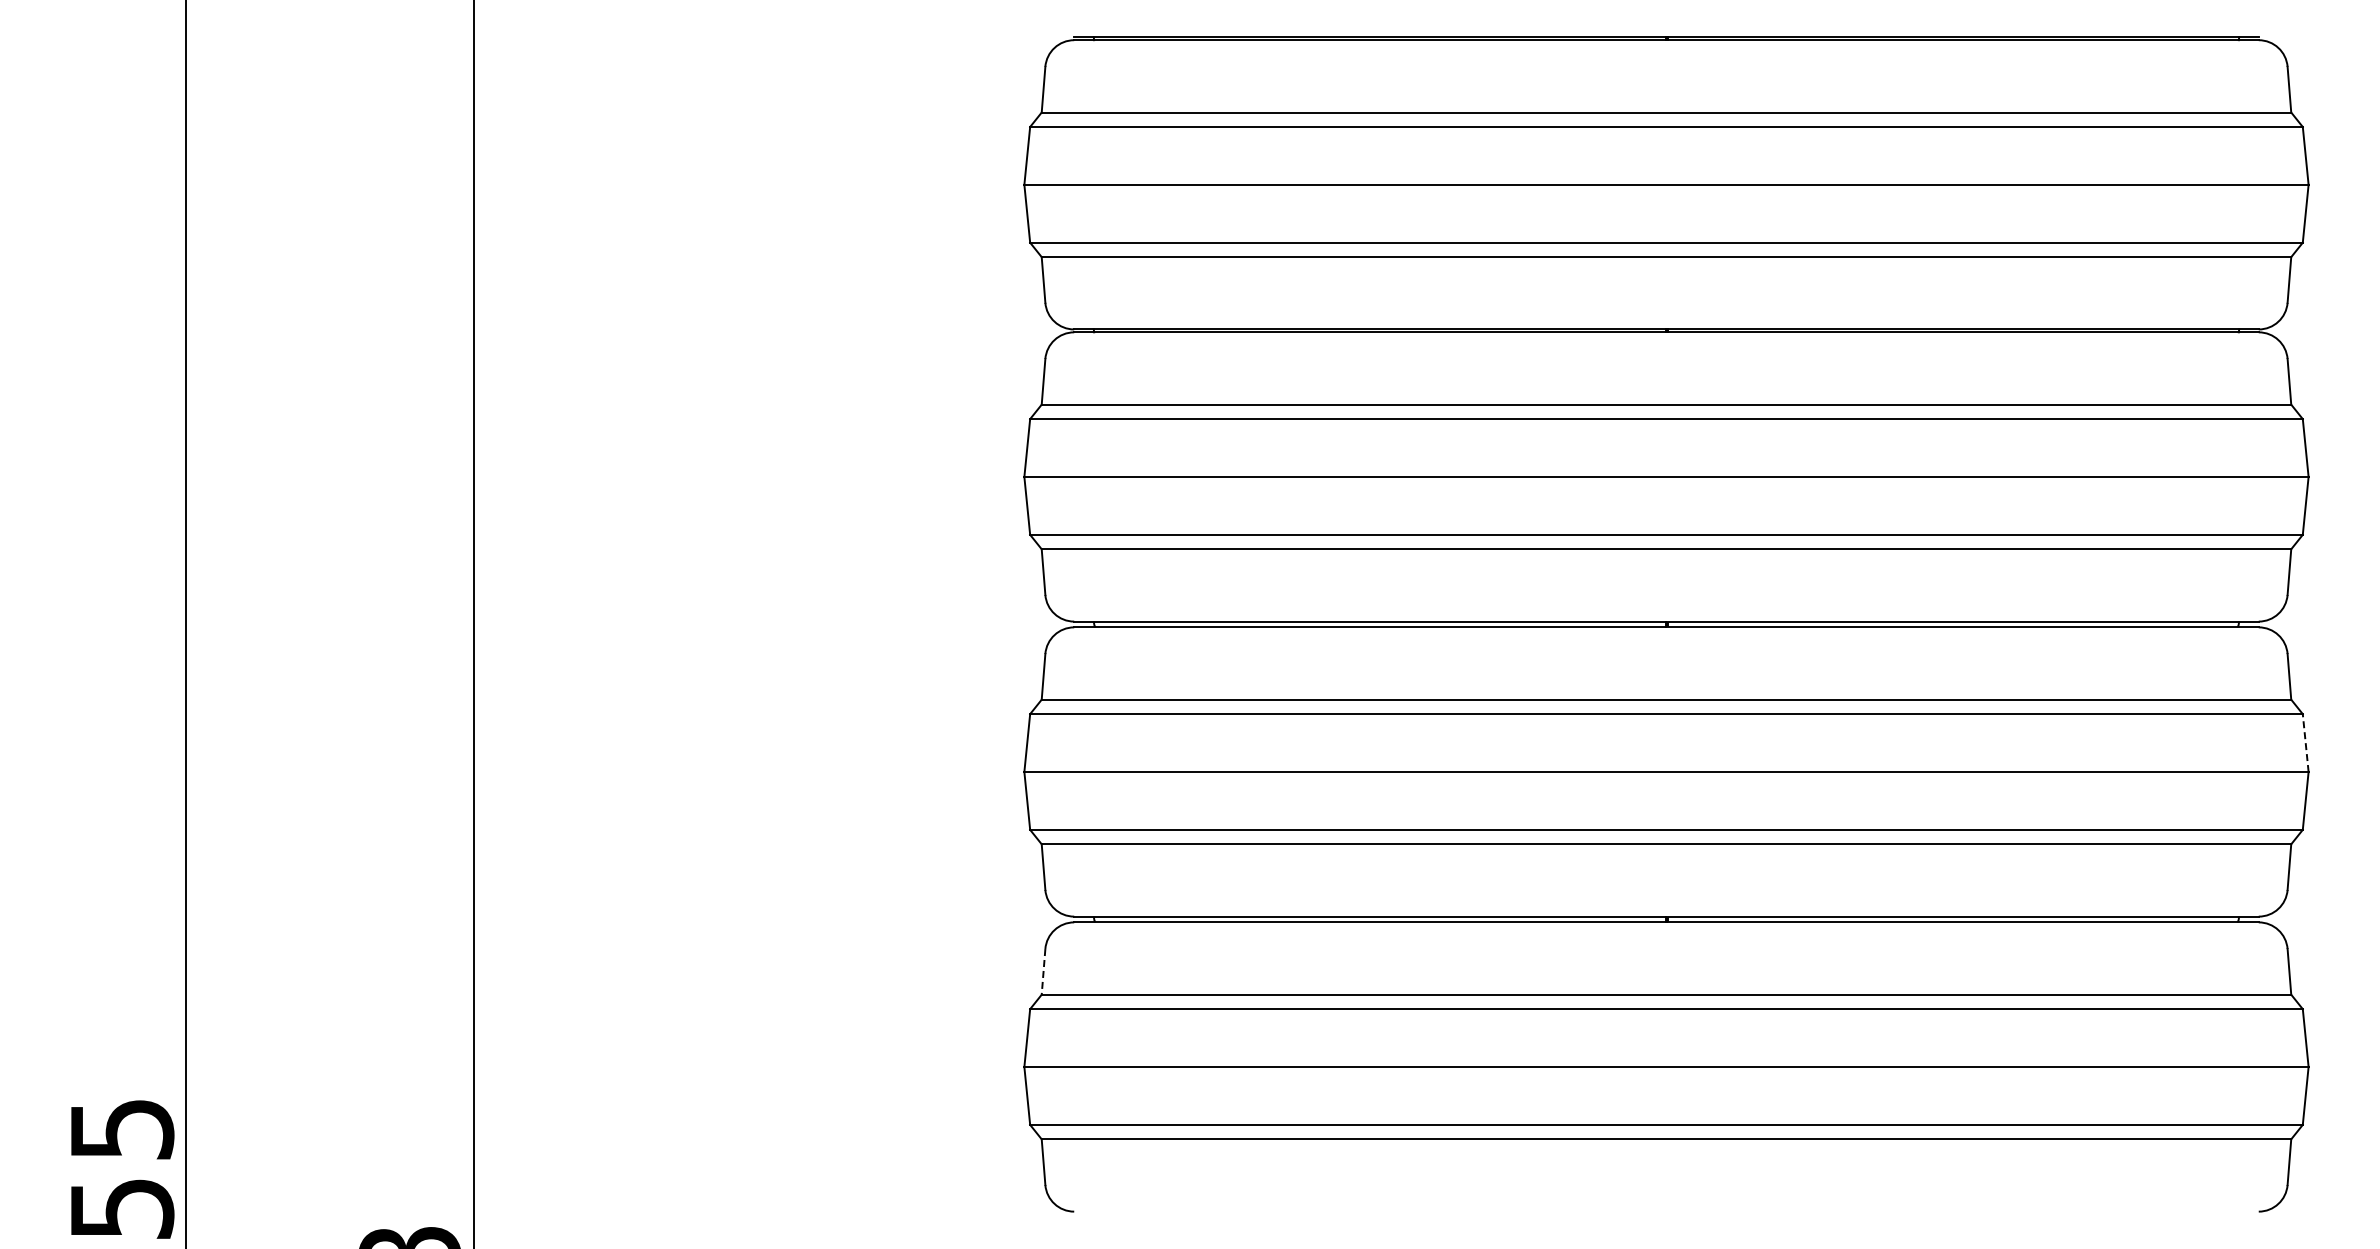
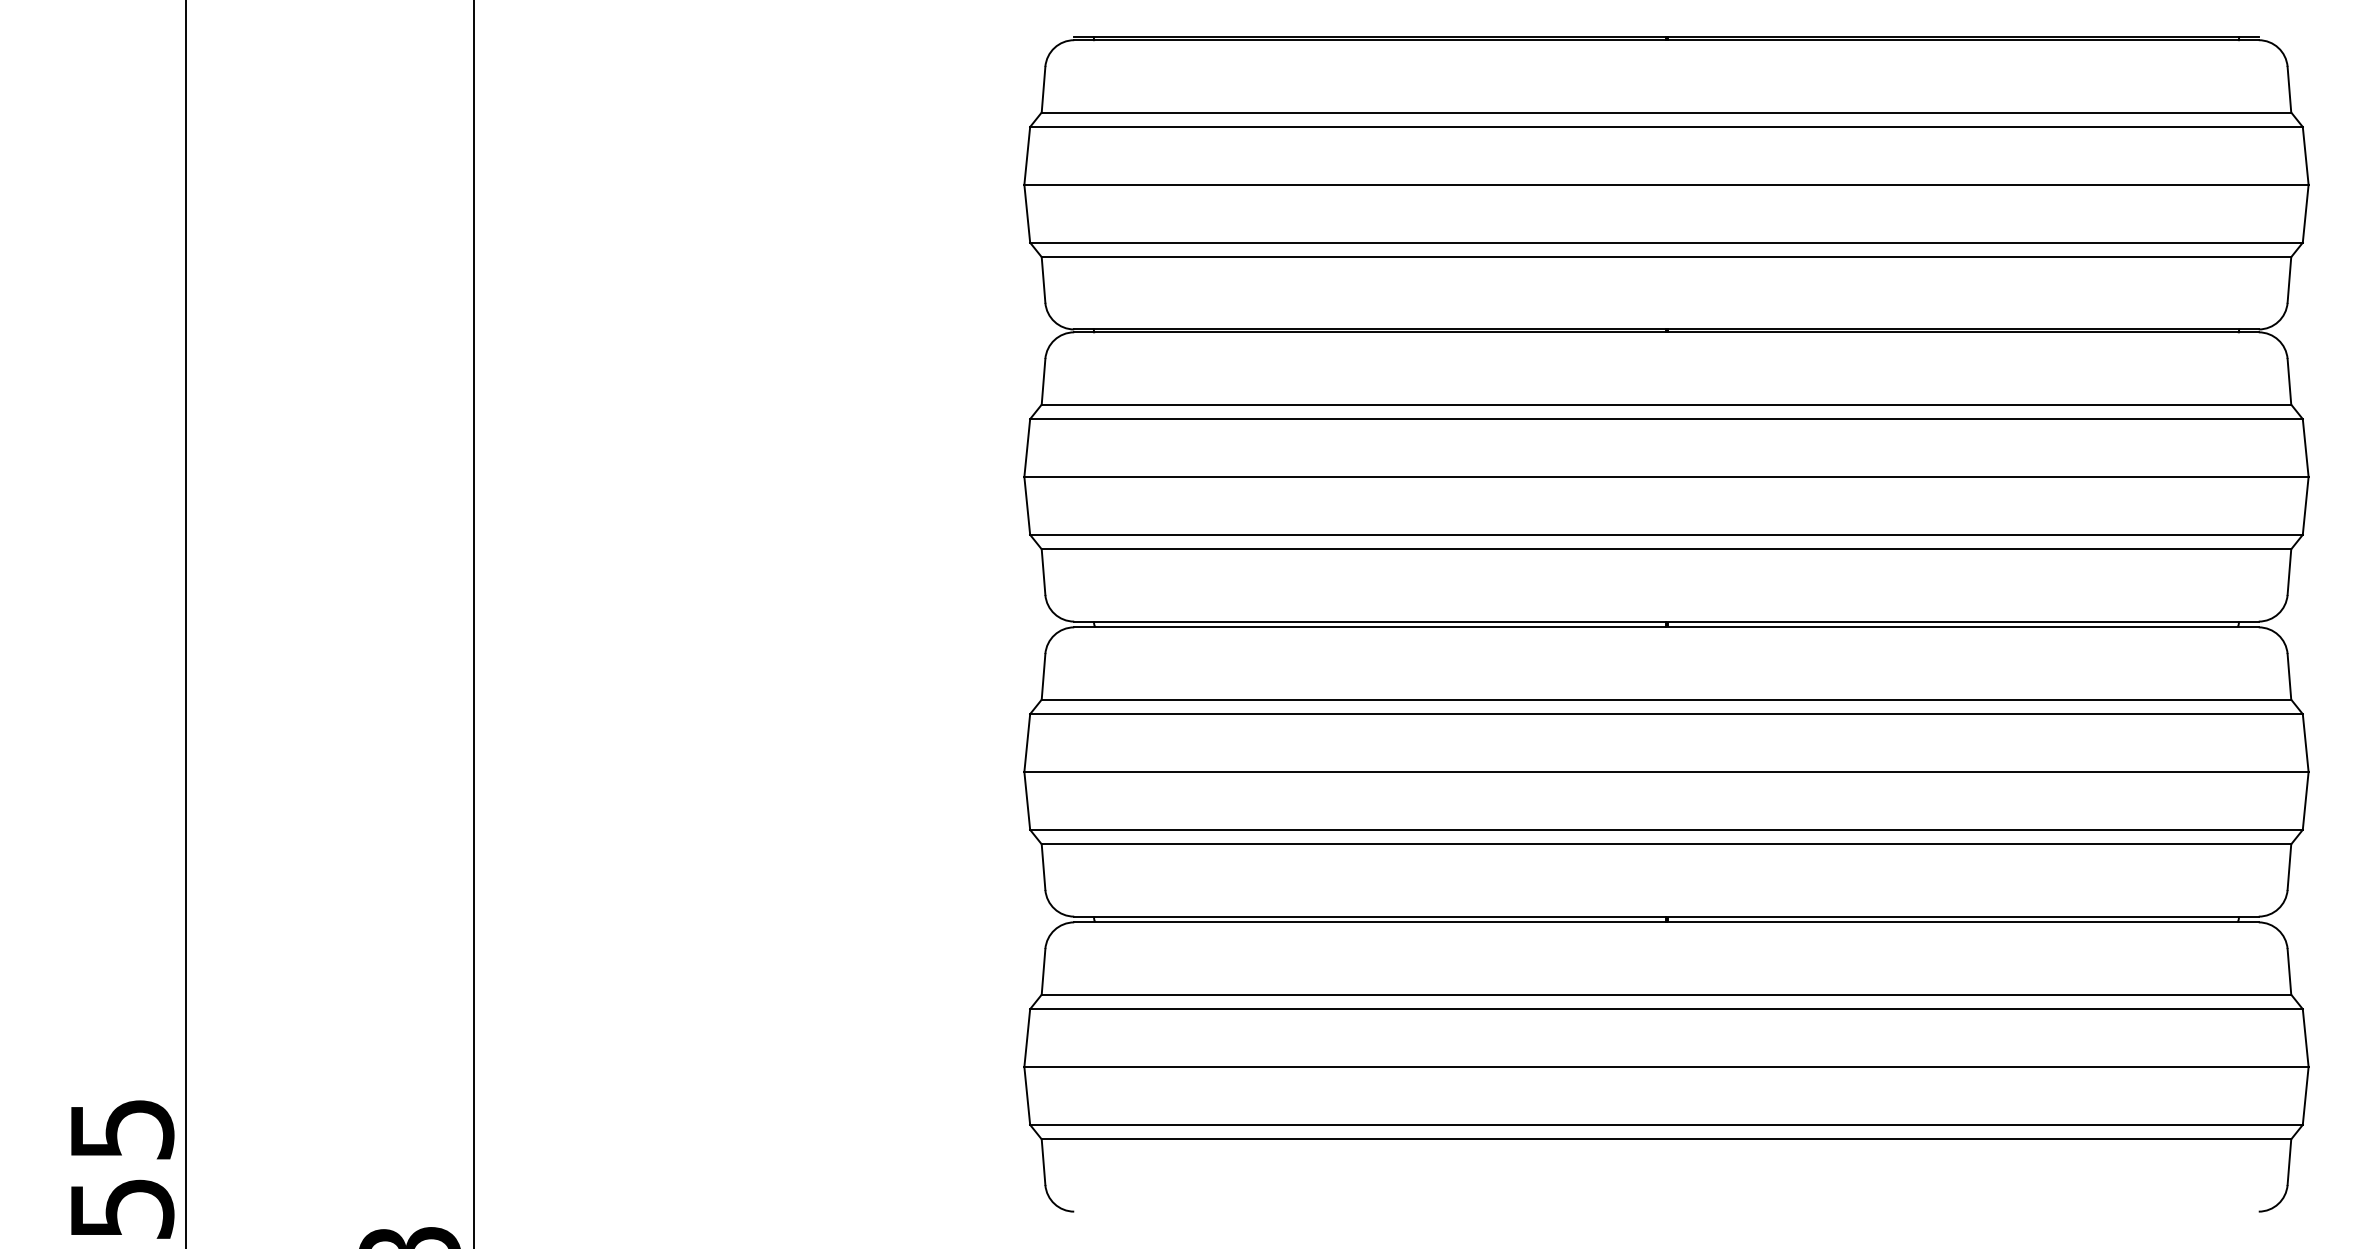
line at (2305, 742): dashed -> solid
line at (1043, 971): dashed -> solid
